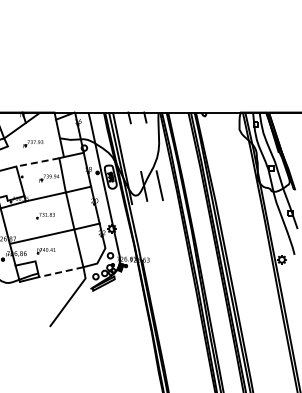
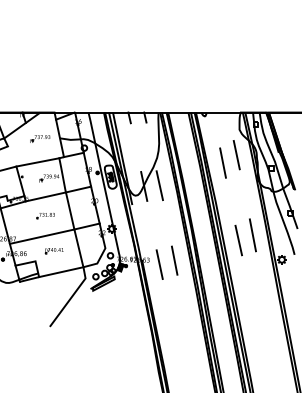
part at (33, 143) position: (33, 143) -> (40, 138)
line at (236, 155): none -> present
line at (37, 162): dashed -> solid
line at (222, 162): none -> present
line at (252, 235): none -> present
line at (238, 240): none -> present
part at (45, 251) position: (45, 251) -> (53, 251)
line at (174, 260): none -> present
line at (159, 264): none -> present
line at (61, 272): dashed -> solid
